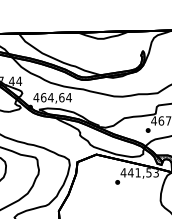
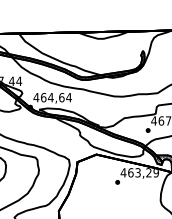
text at (142, 172): 441,53 -> 463,29
